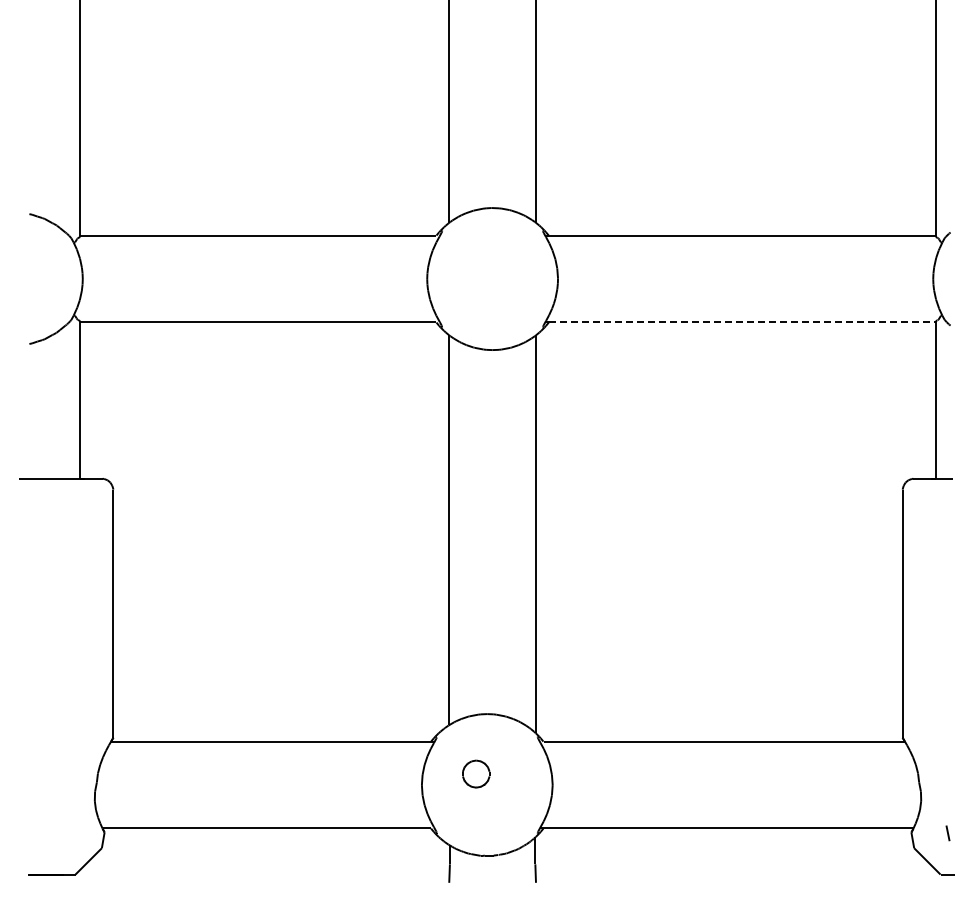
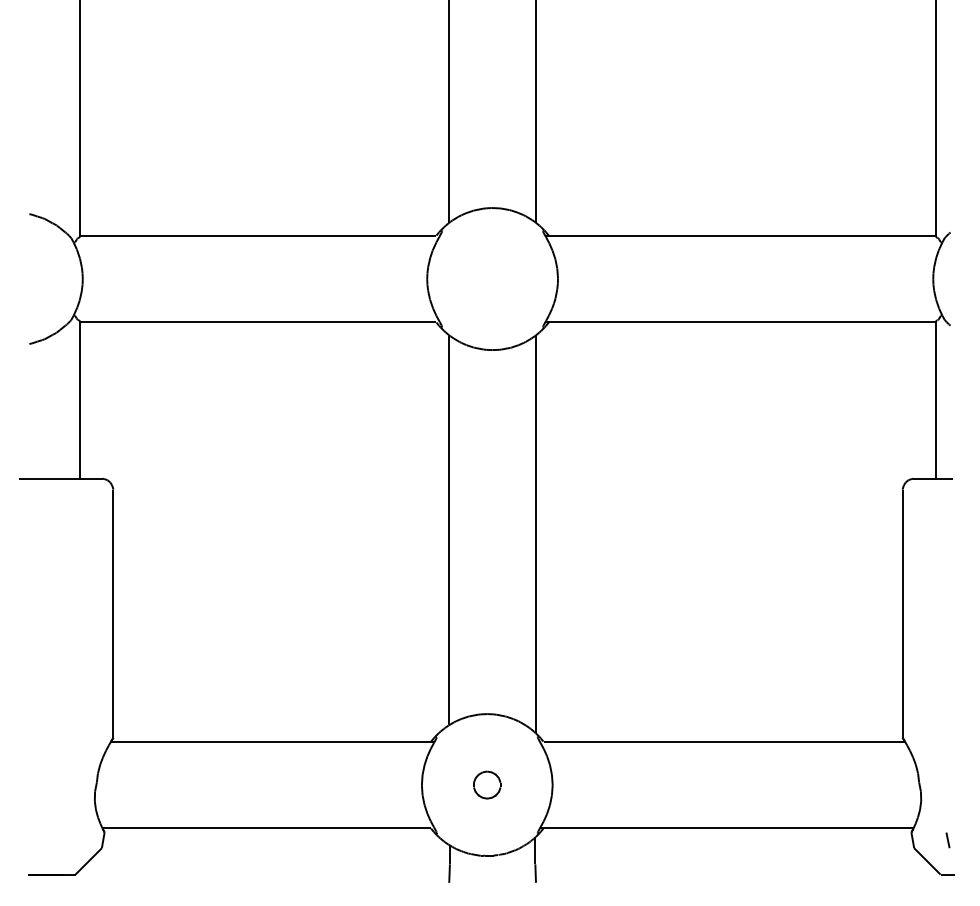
line at (742, 322): dashed -> solid
part at (476, 773) position: (476, 773) -> (487, 784)
line at (947, 833) position: (947, 833) -> (947, 840)
